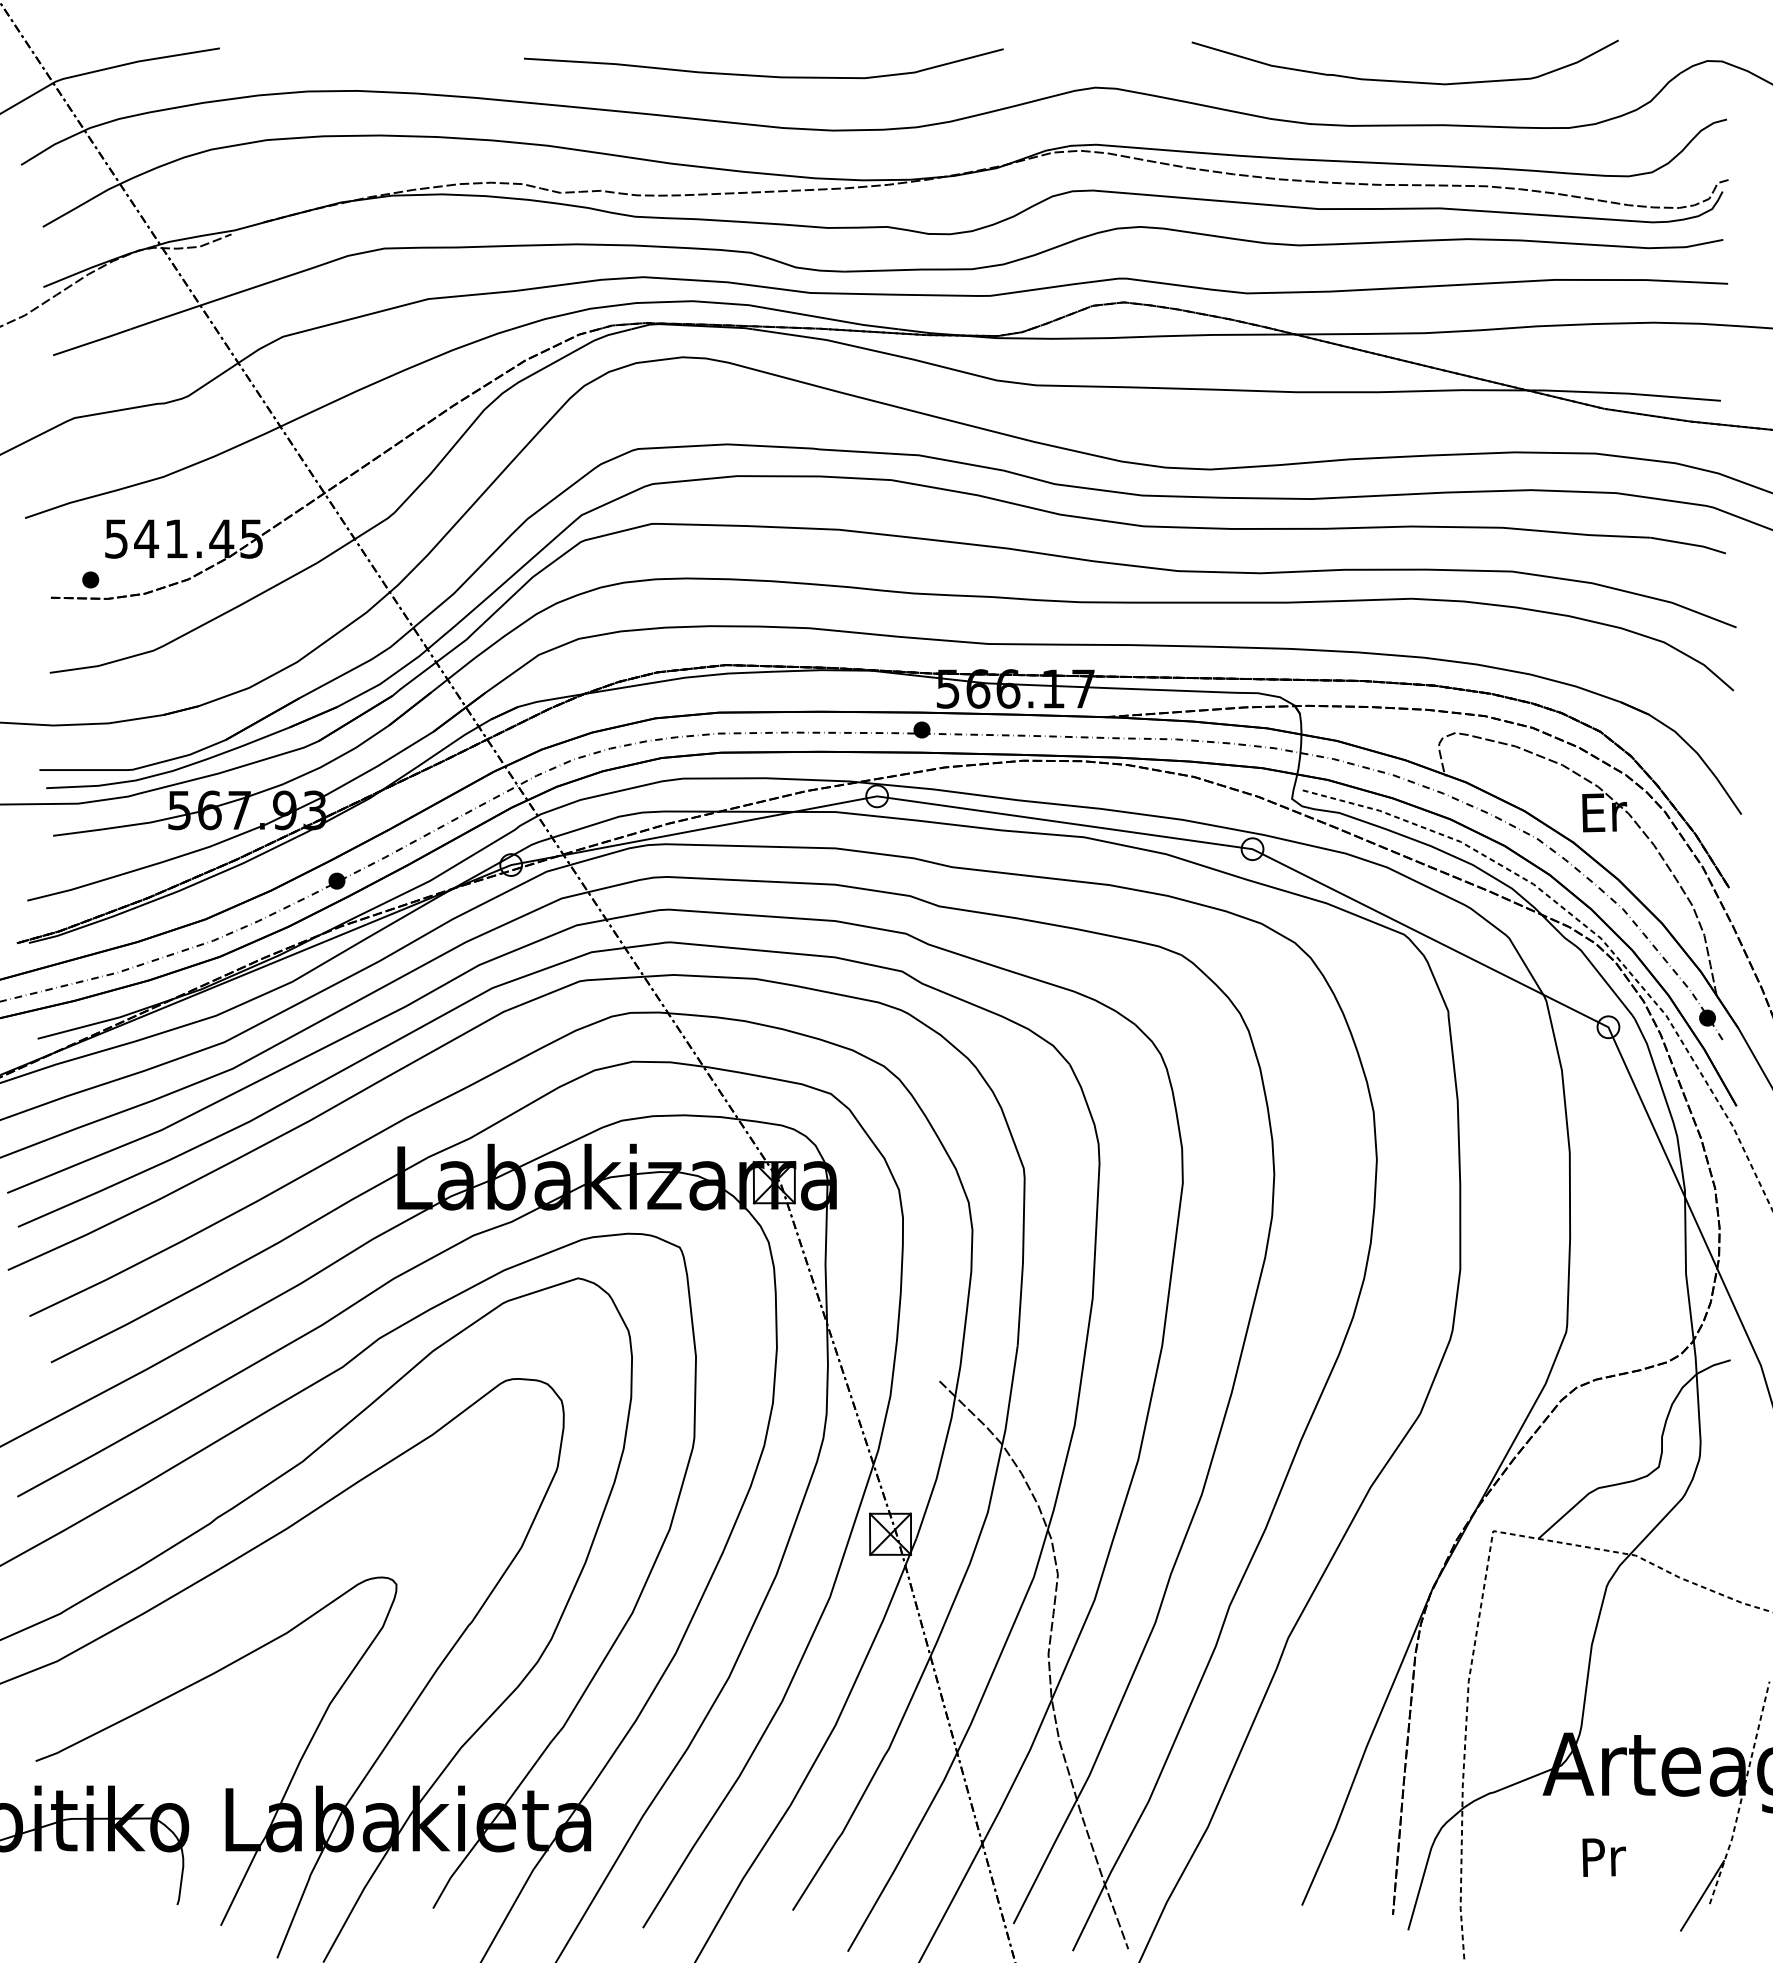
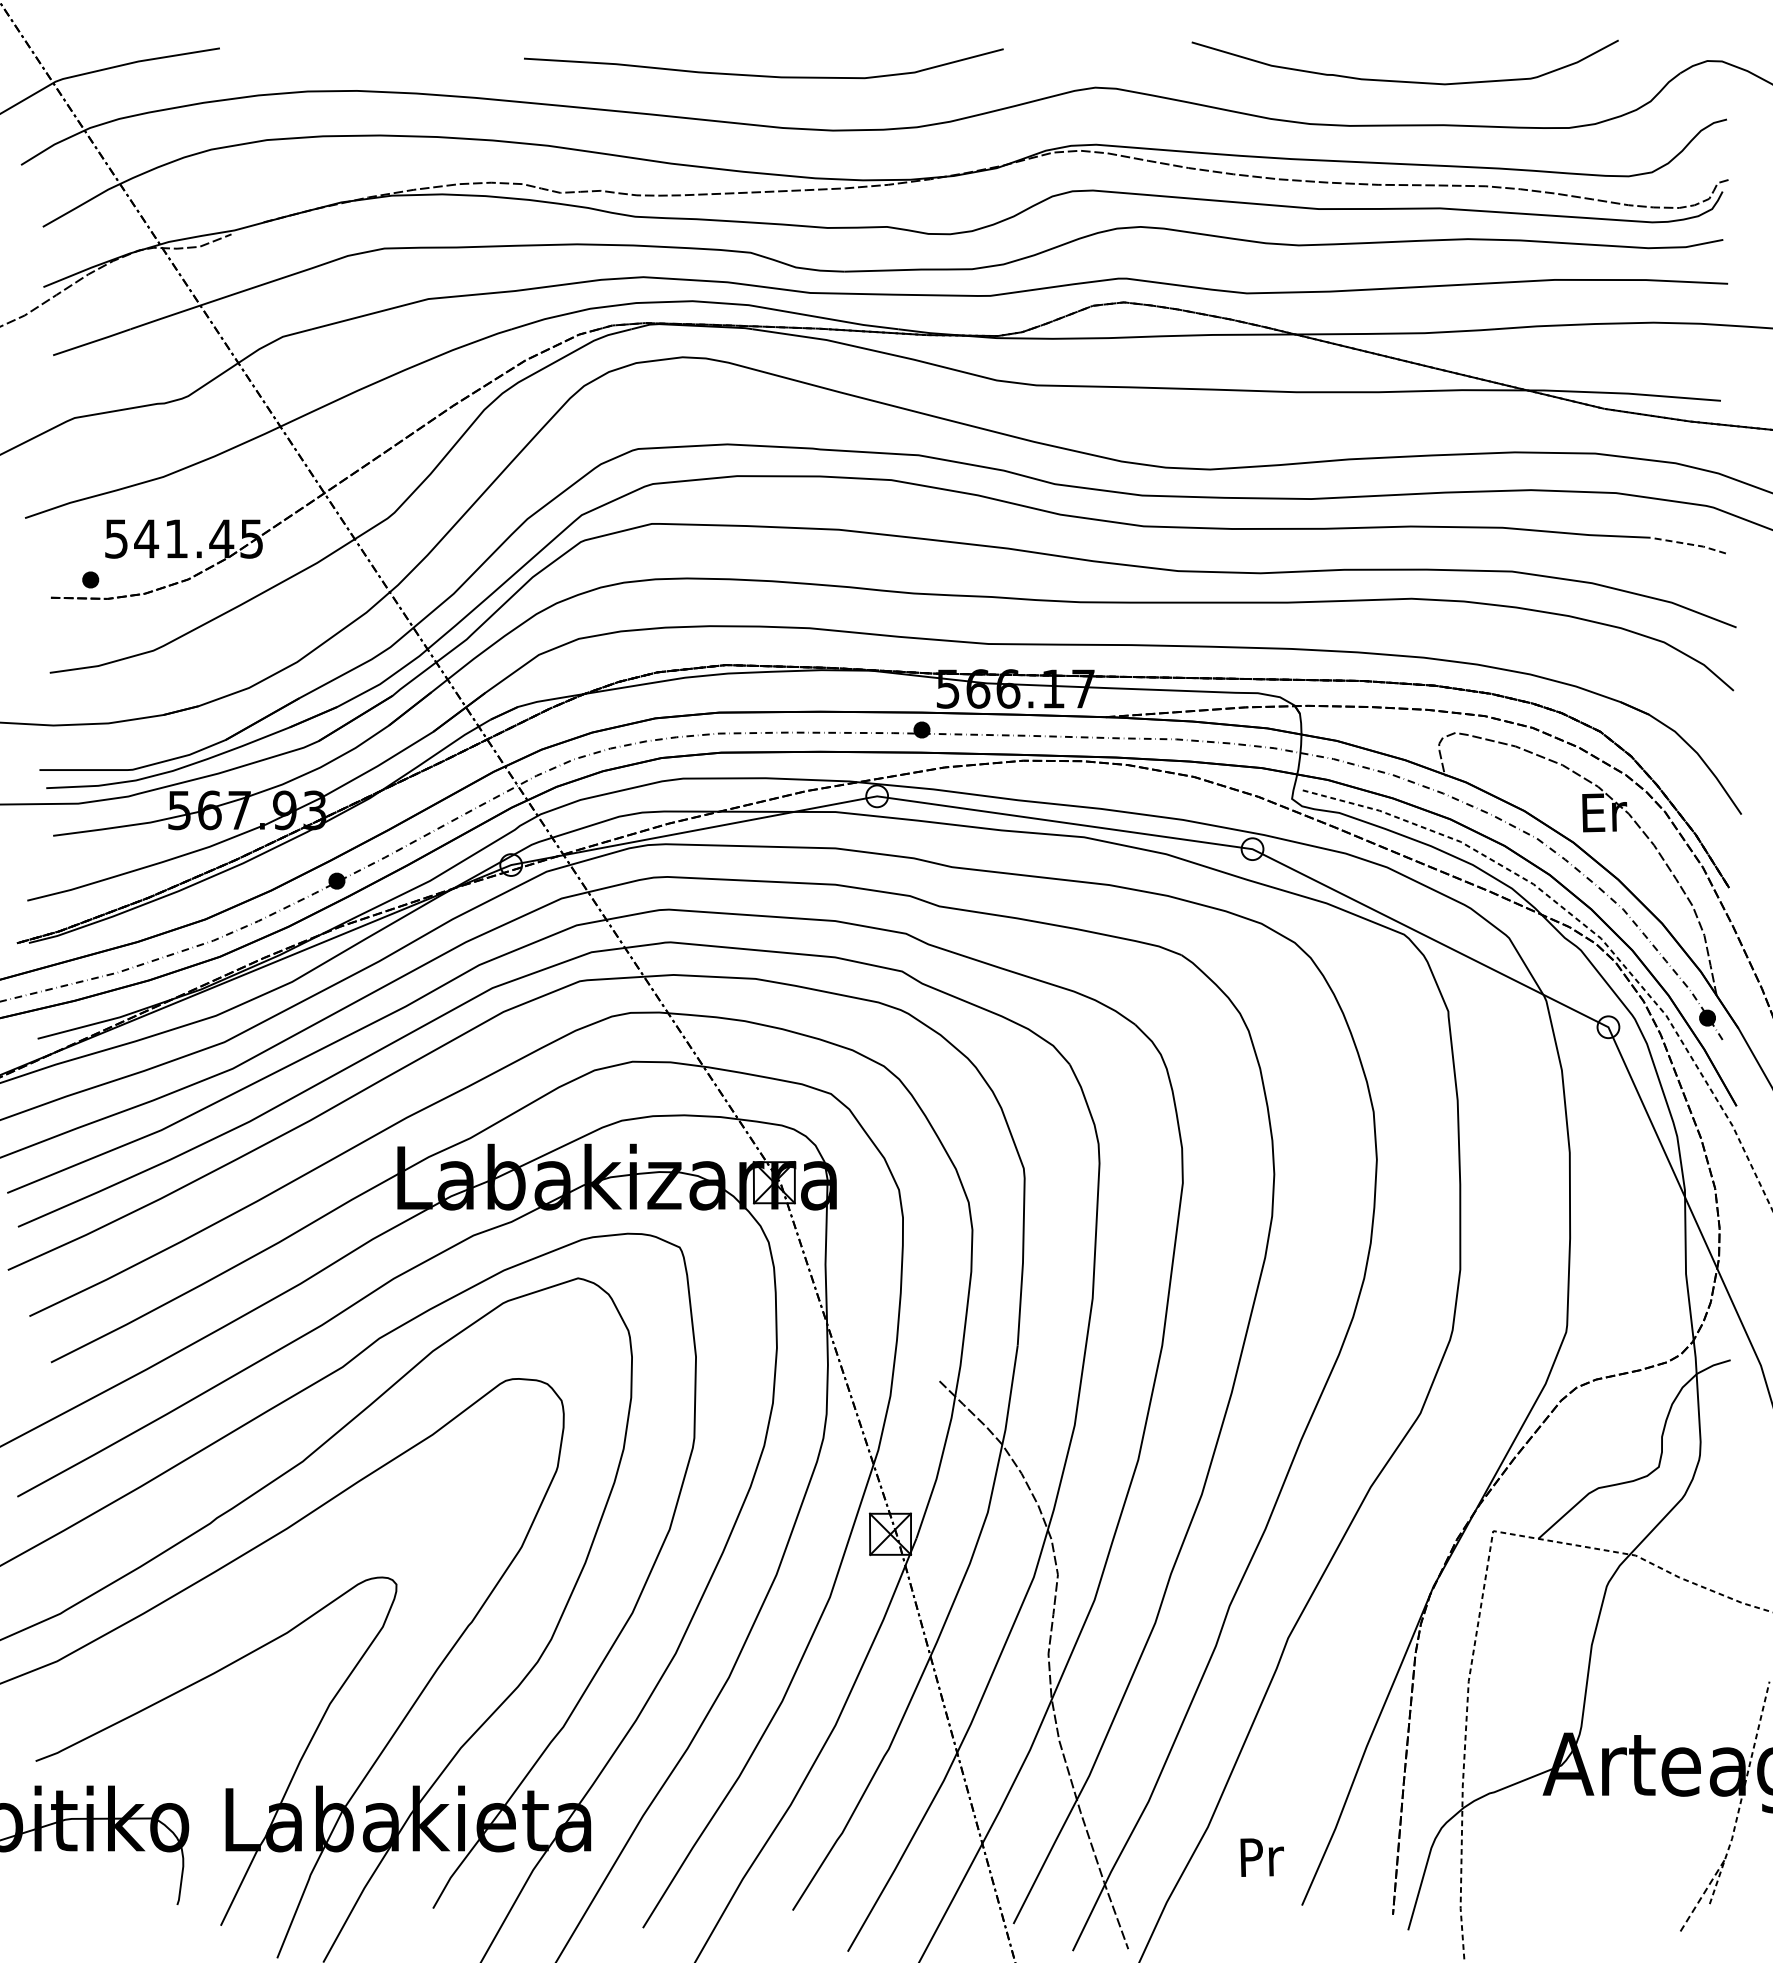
line at (1688, 544): solid -> dashed
text at (1603, 1857) position: (1603, 1857) -> (1261, 1857)
line at (1702, 1895): solid -> dashed
